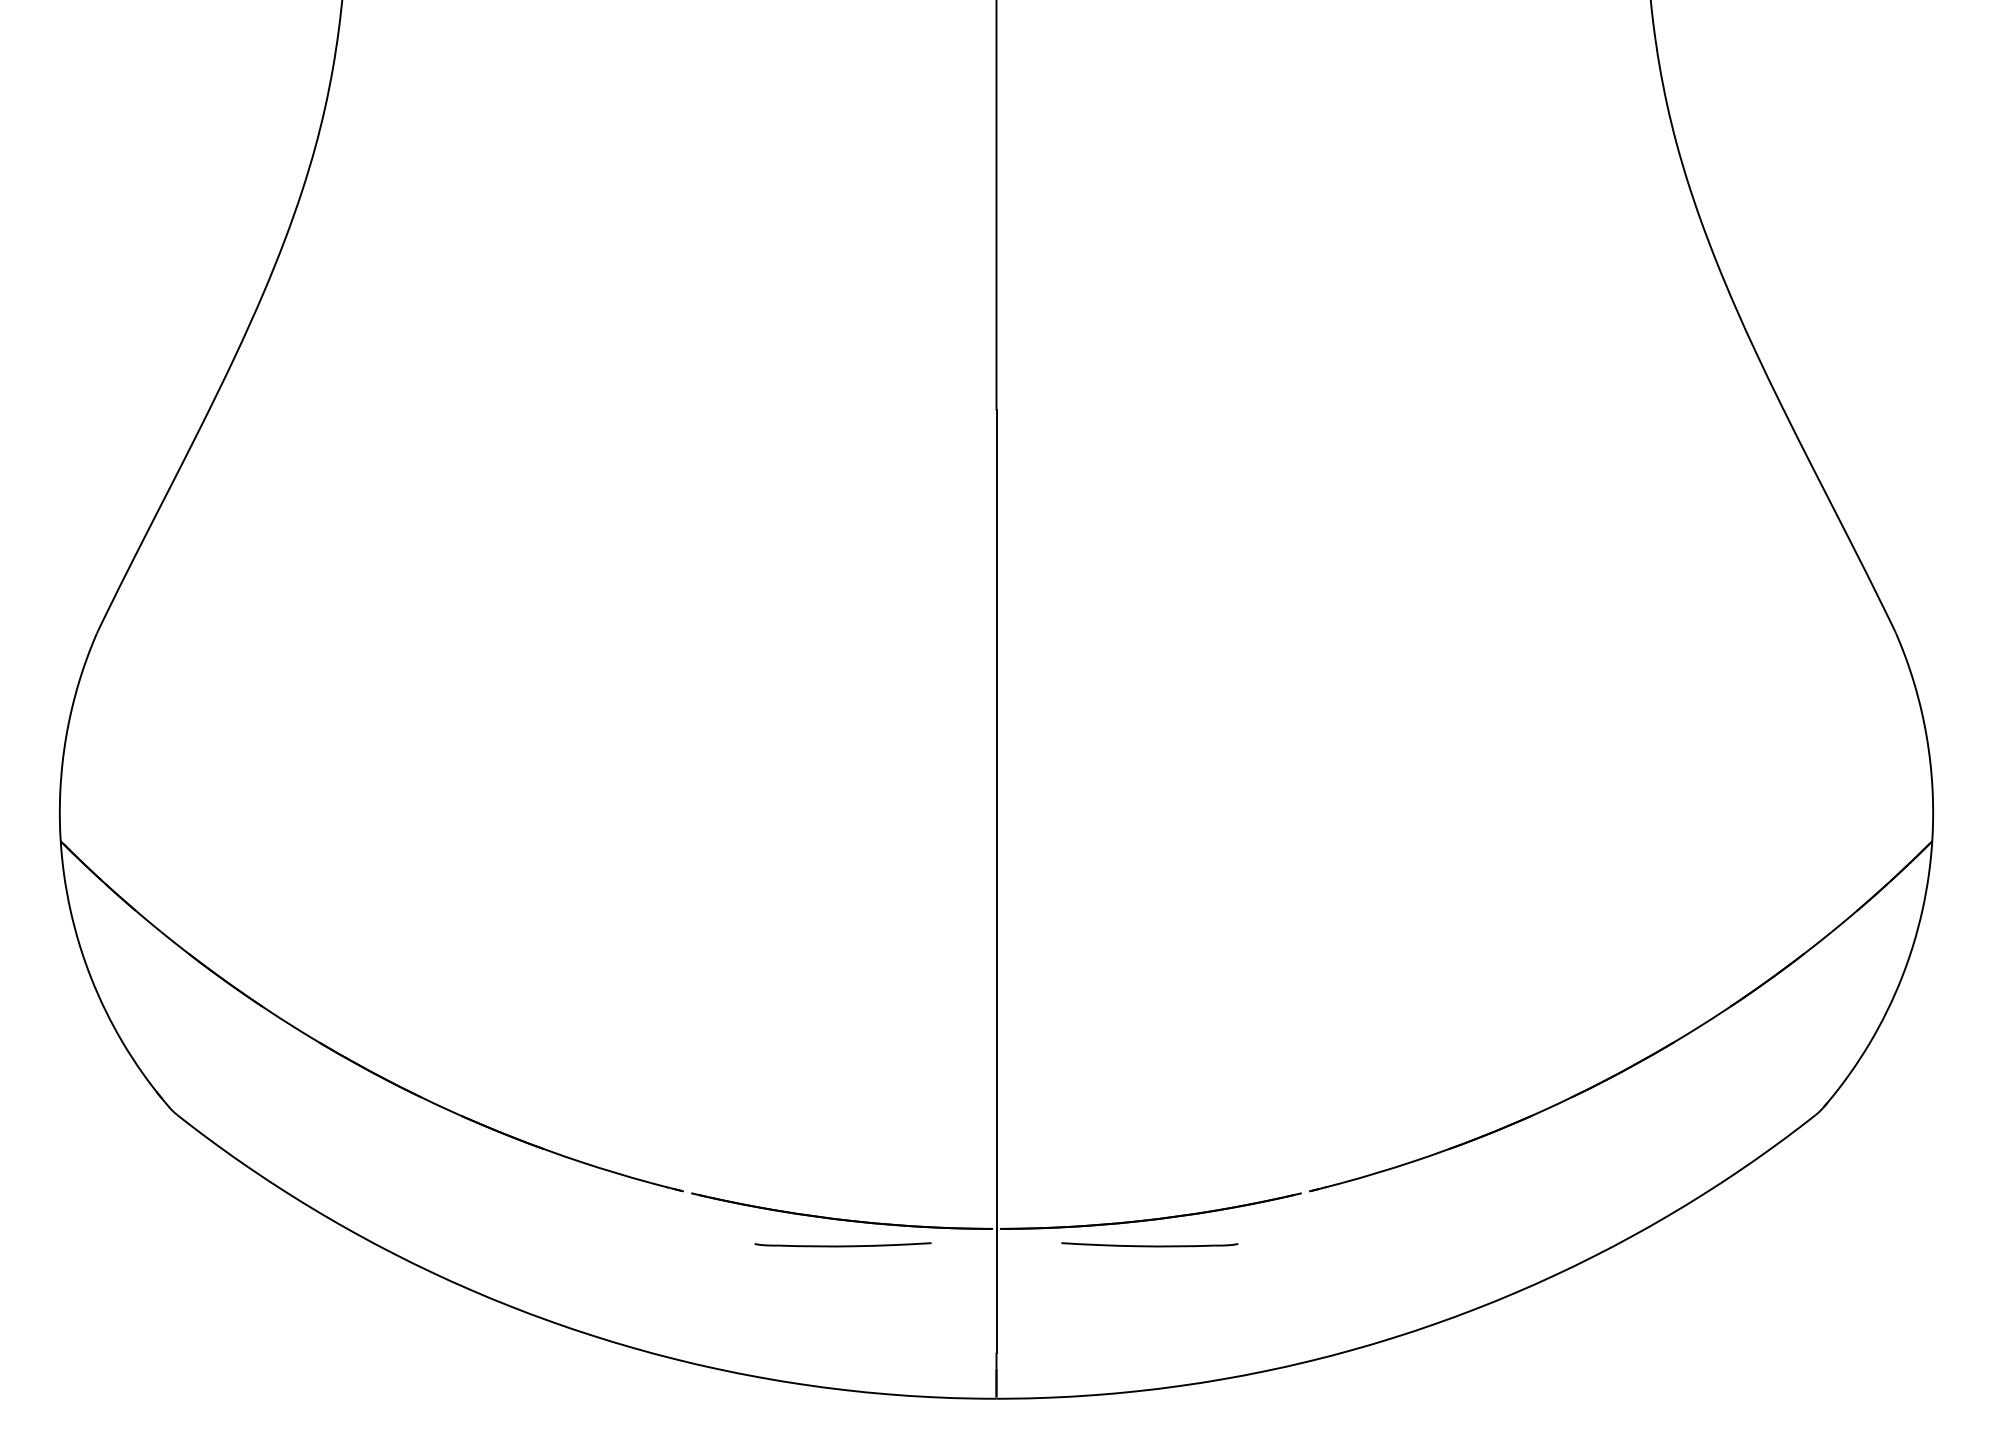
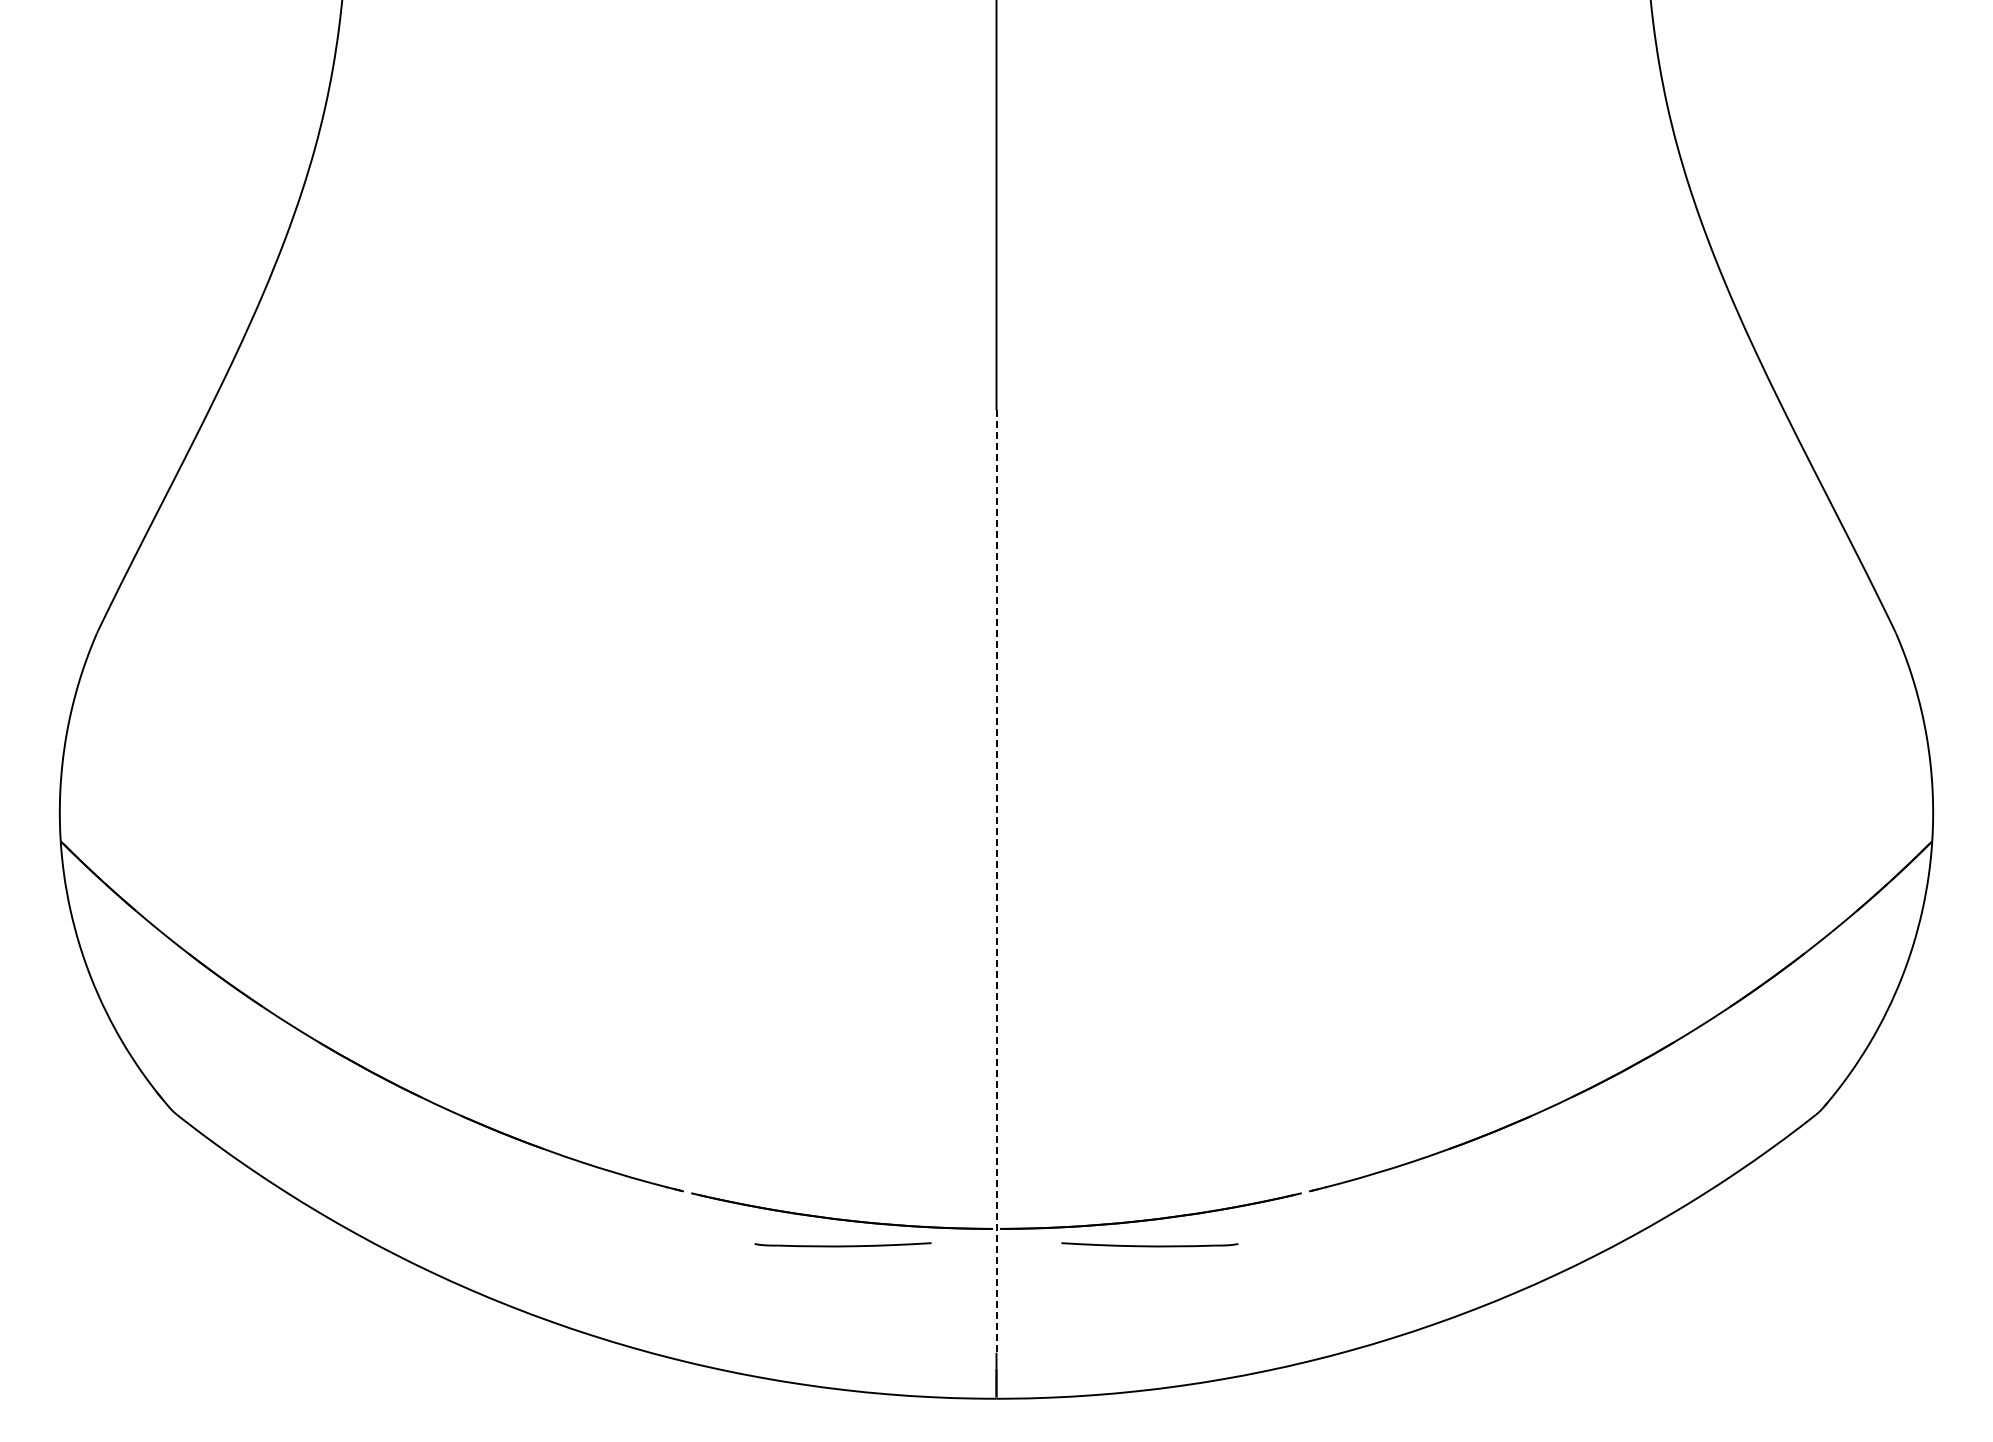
line at (996, 882): solid -> dashed
